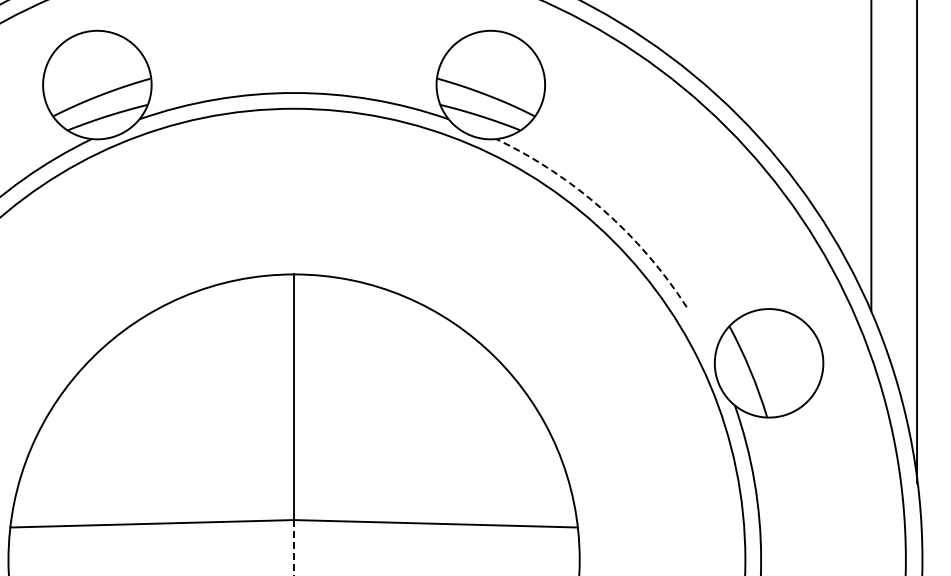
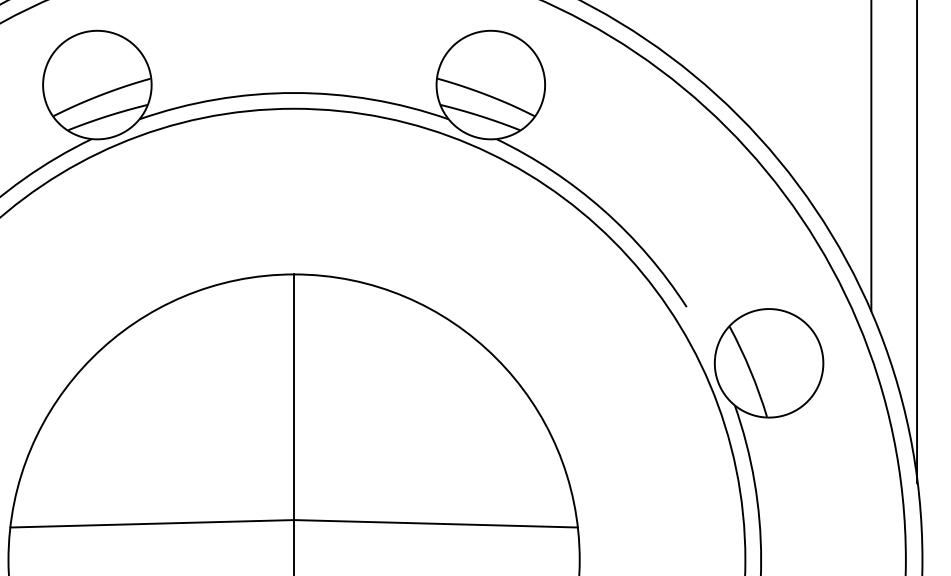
arc at (603, 209): dashed -> solid
line at (294, 547): dashed -> solid
